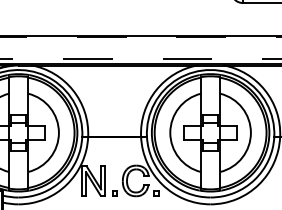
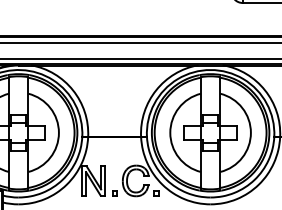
line at (140, 37): dashed -> solid
line at (140, 42): none -> present
line at (141, 58): dashed -> solid
